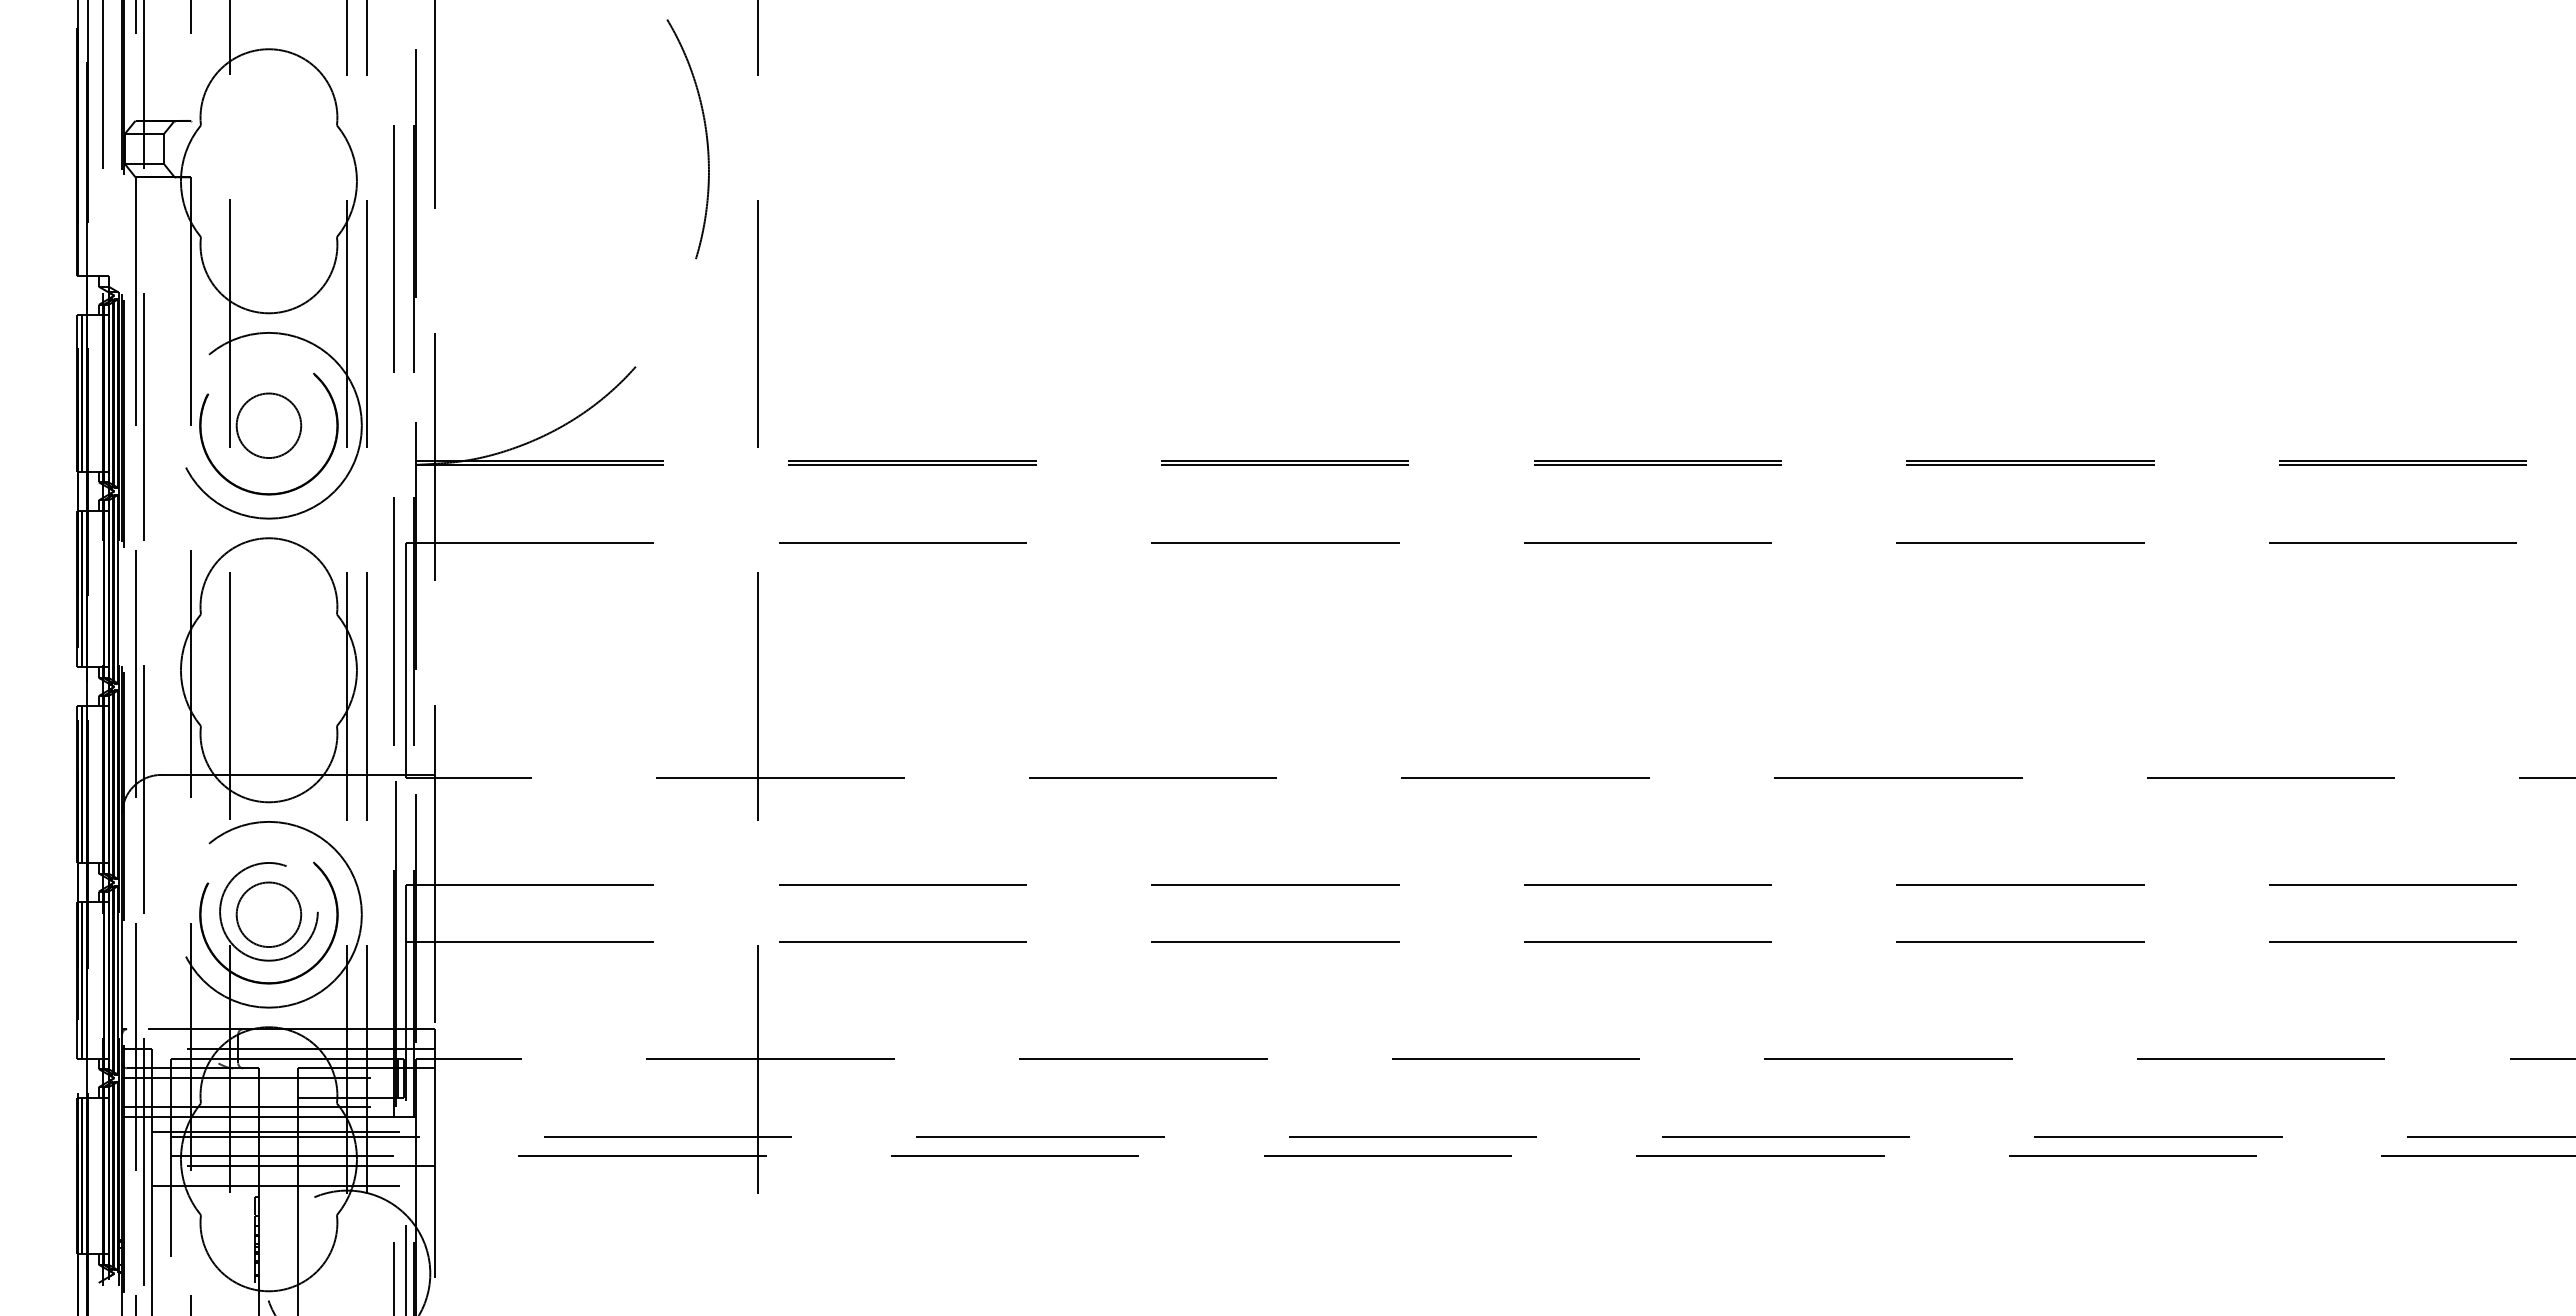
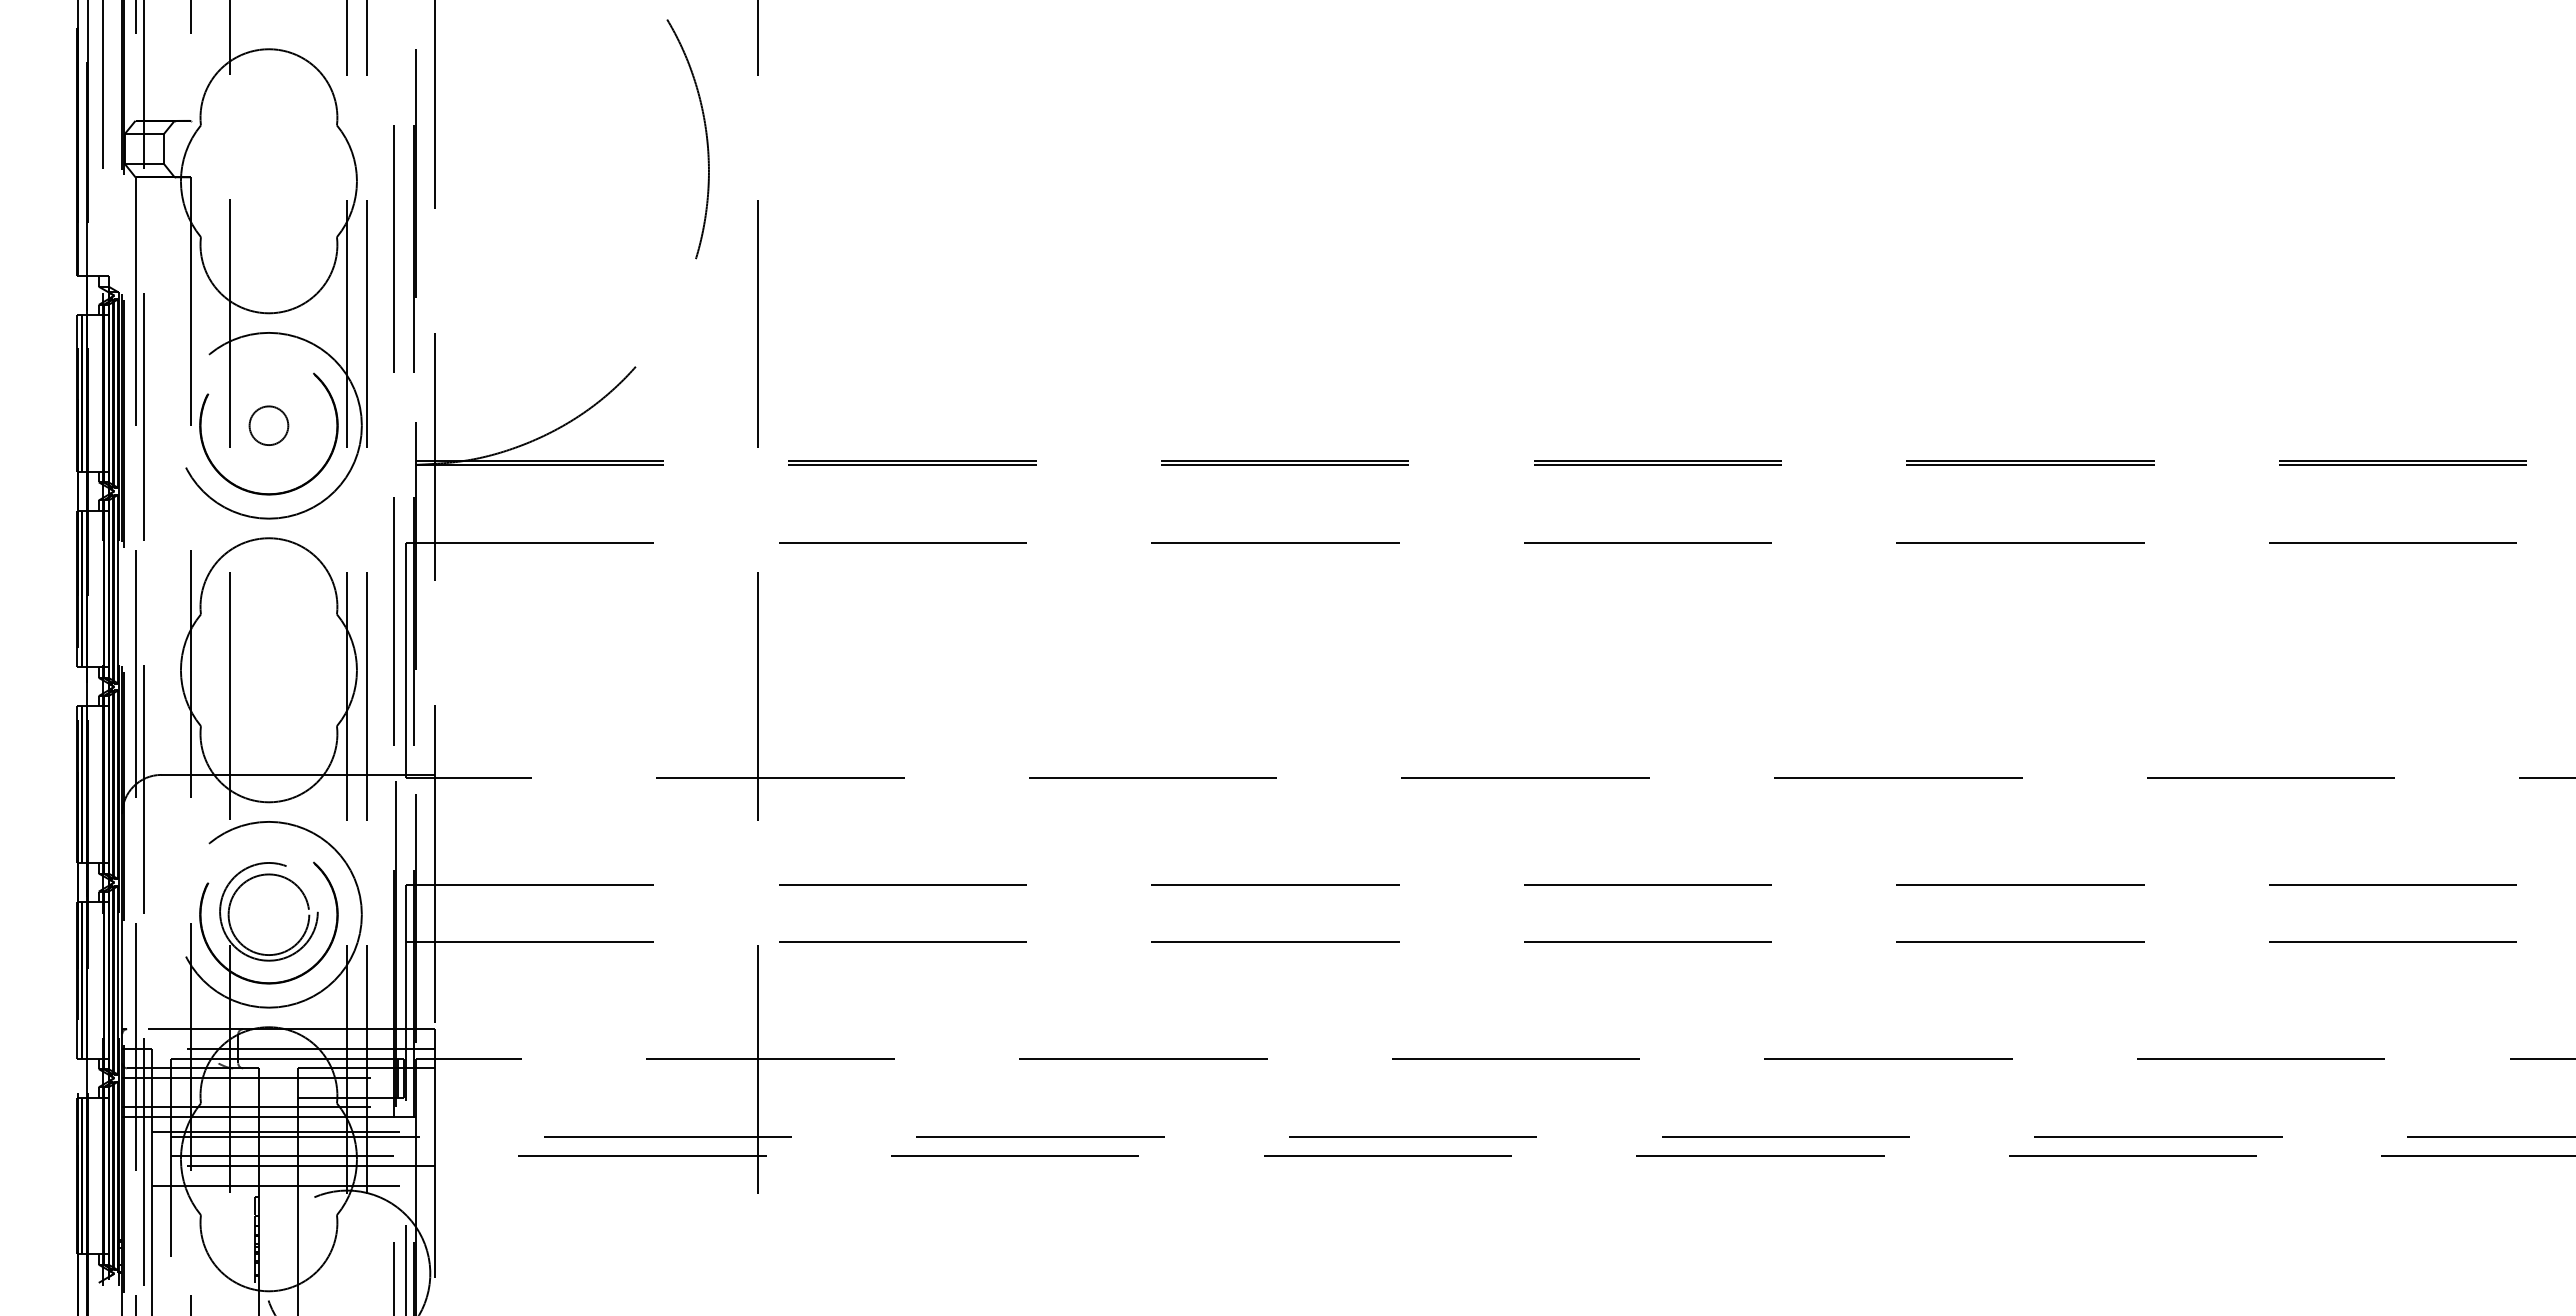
circle at (268, 425) diameter: 65 px -> 39 px
circle at (268, 914) diameter: 65 px -> 81 px
